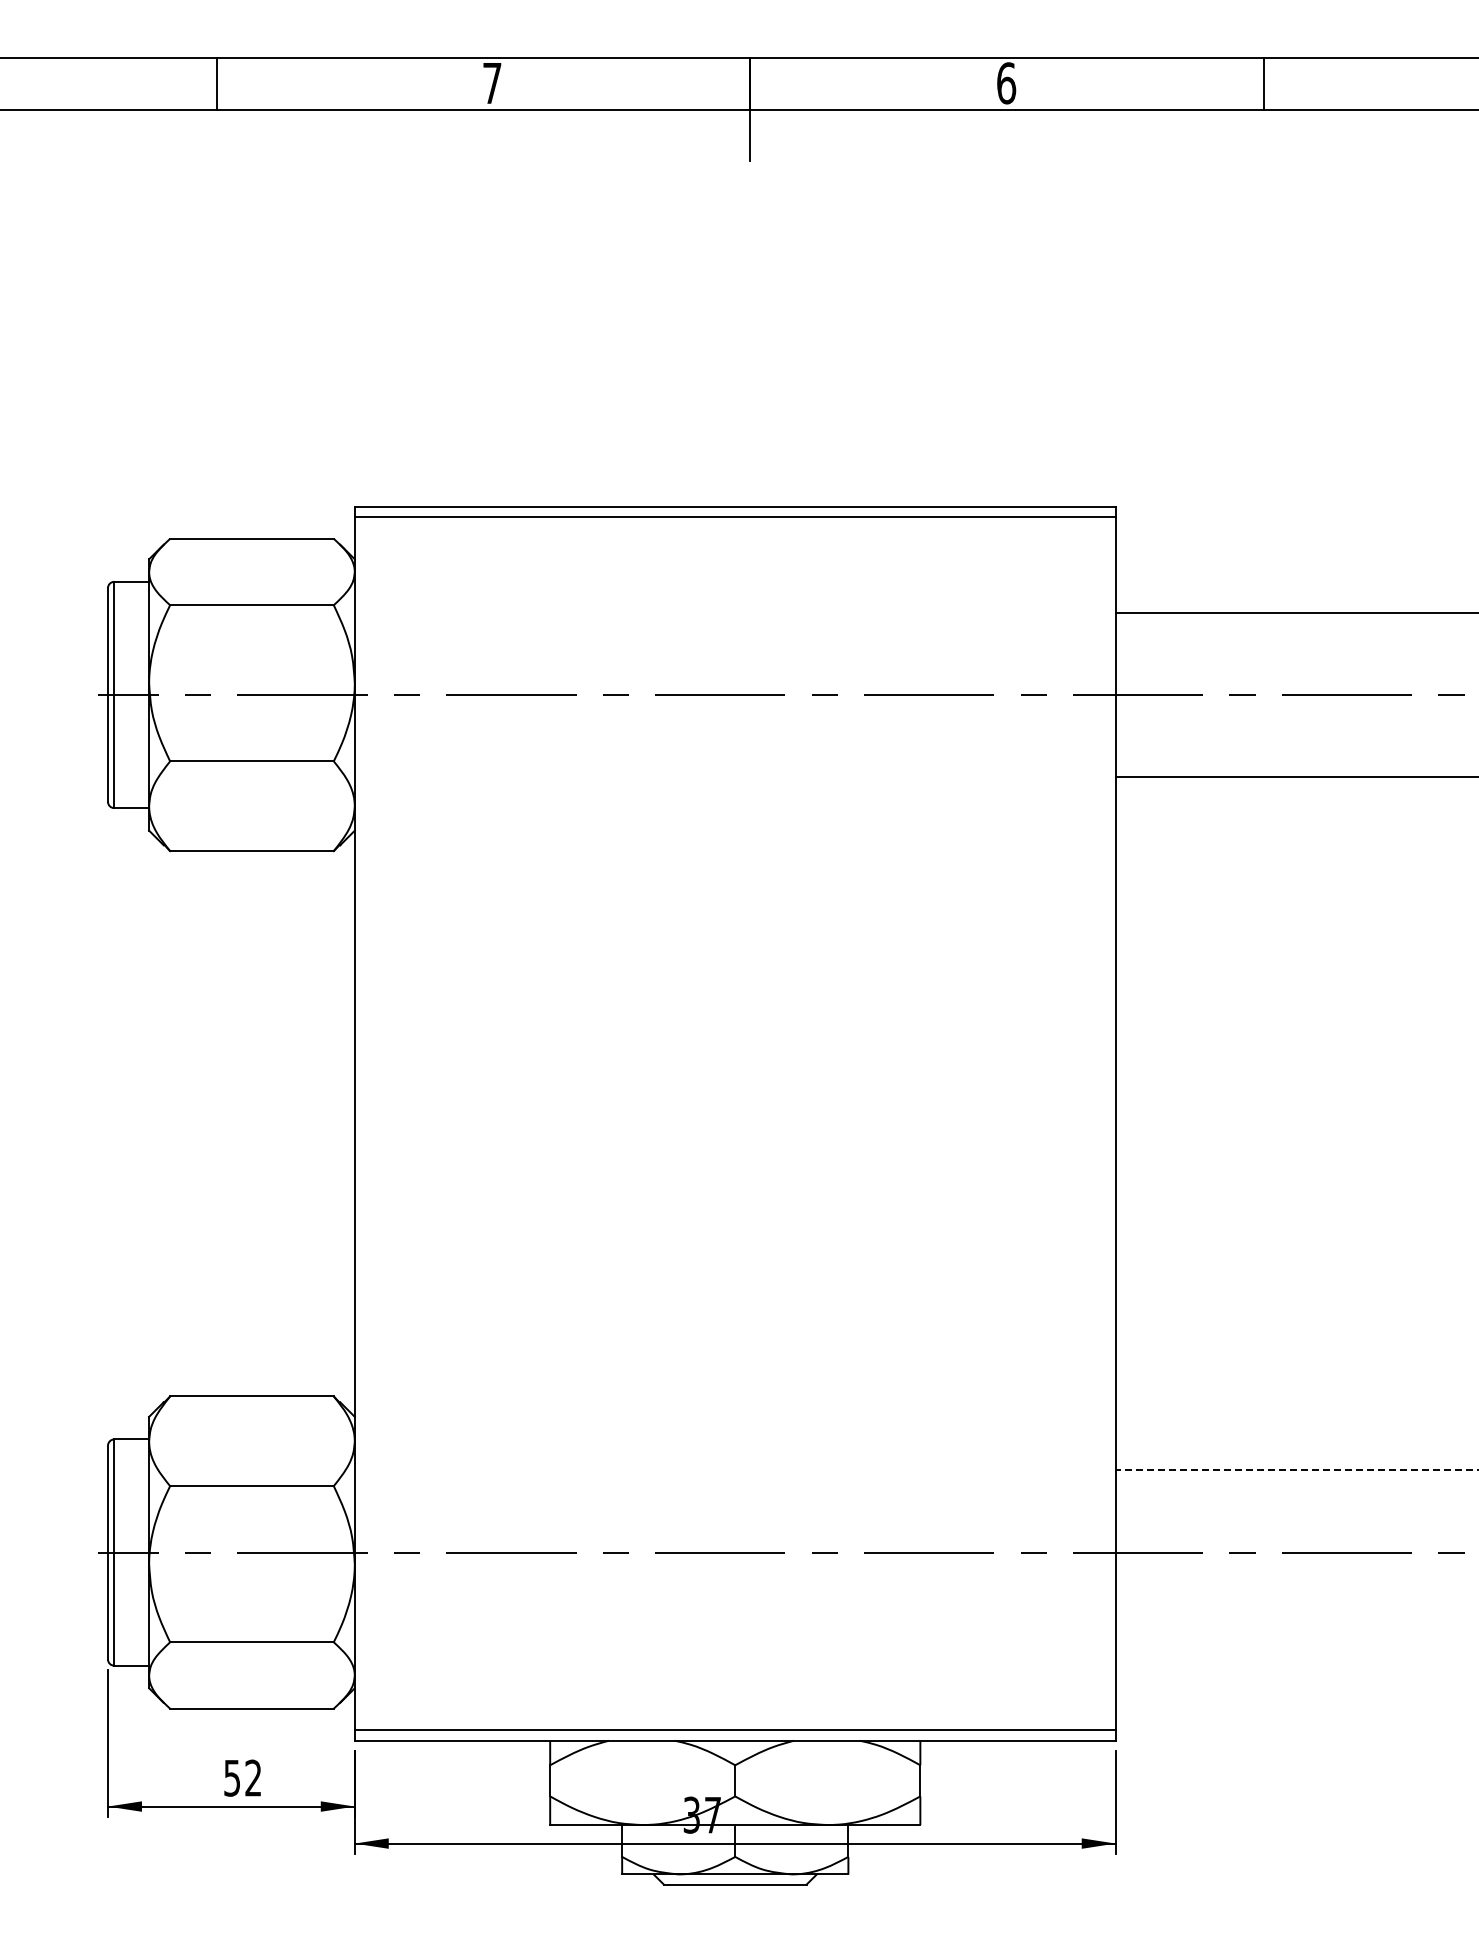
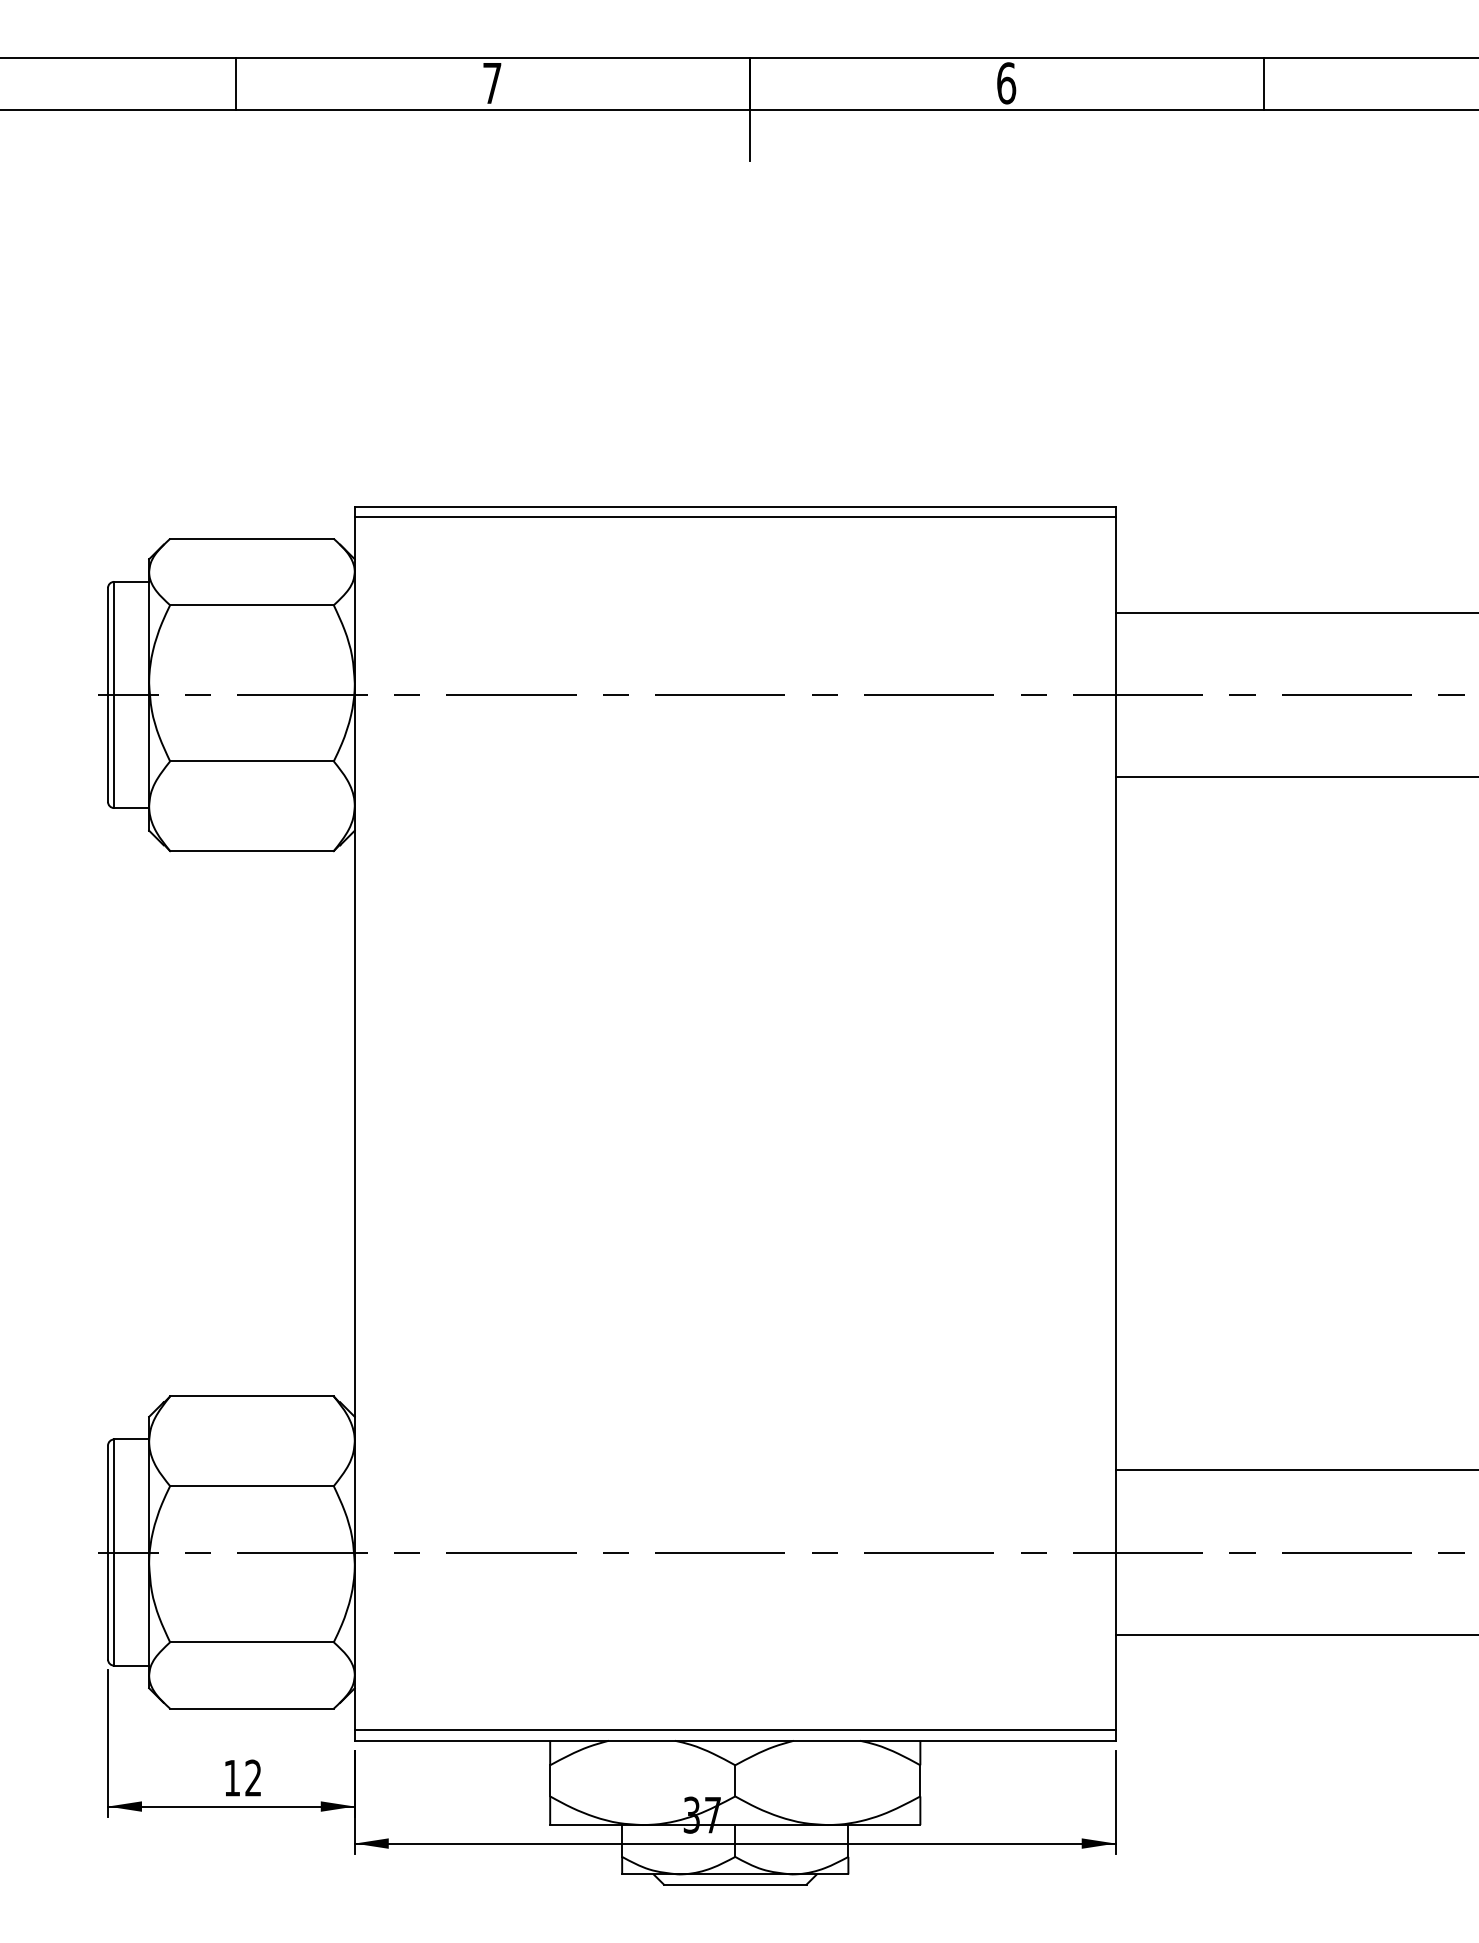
line at (216, 83) position: (216, 83) -> (235, 83)
line at (1296, 1470): dashed -> solid
line at (1295, 1634): none -> present
text at (231, 1778): 52 -> 12
